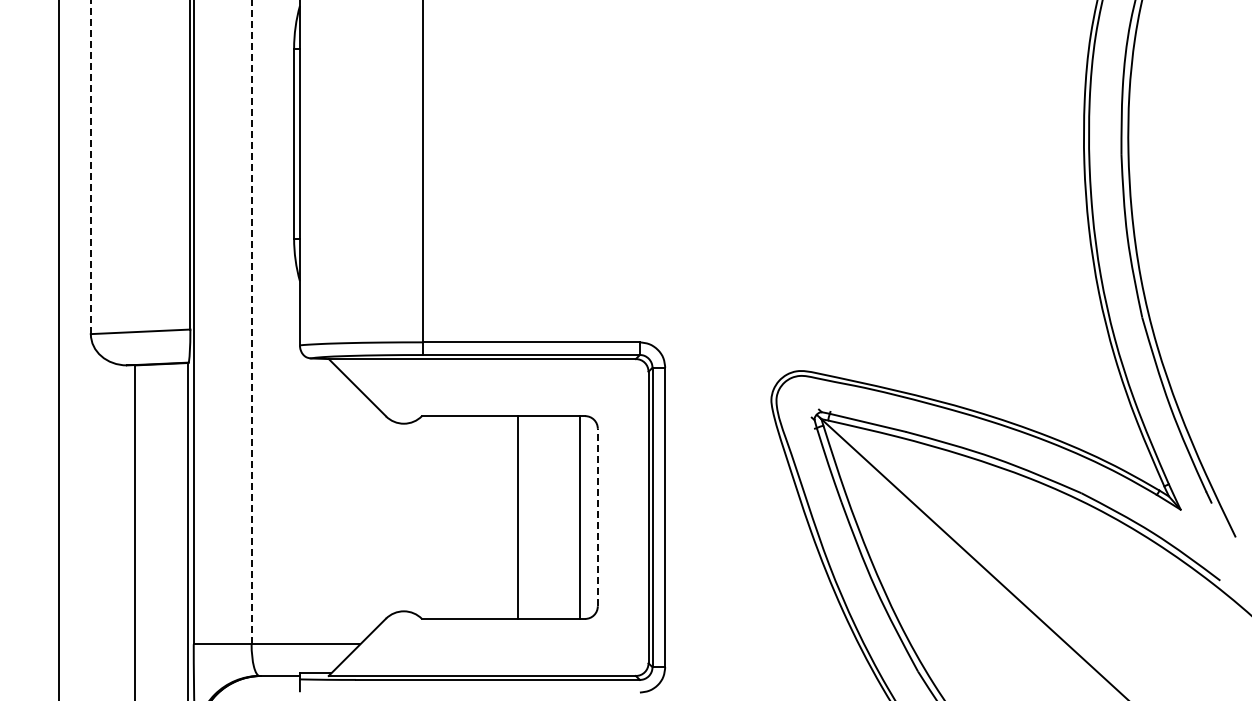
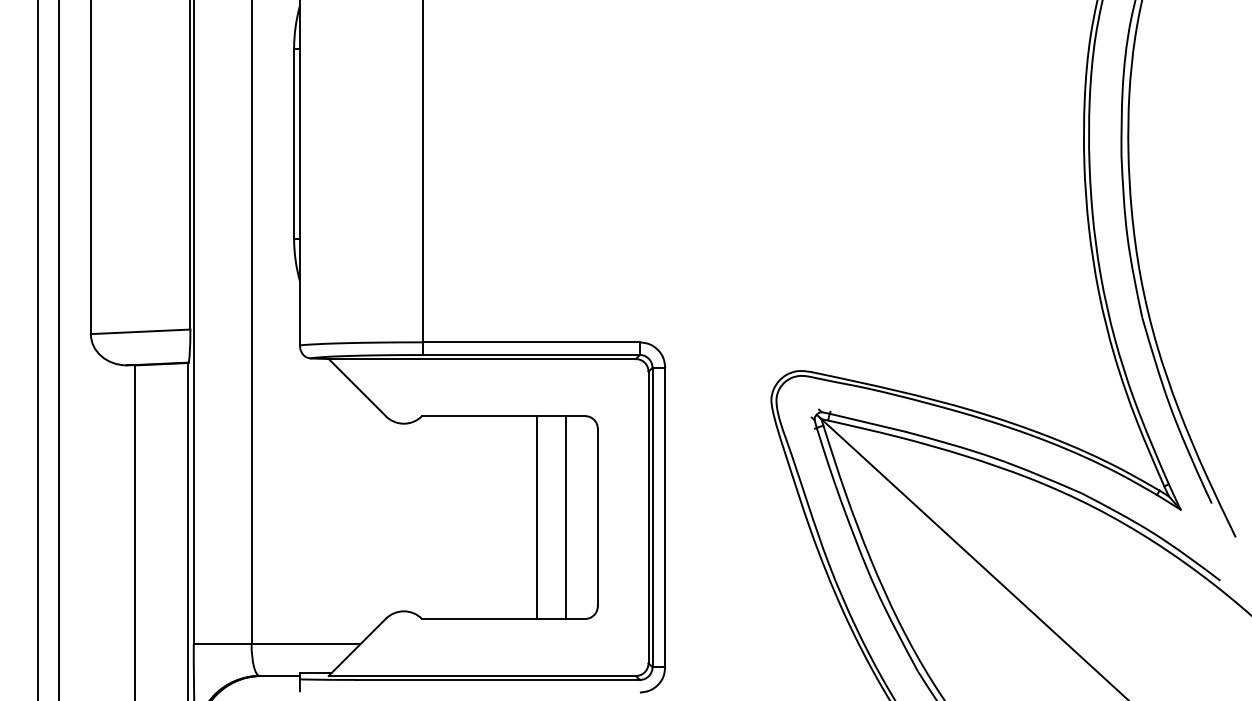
line at (90, 167): dashed -> solid
line at (251, 322): dashed -> solid
line at (37, 350): none -> present
line at (518, 517) position: (518, 517) -> (537, 517)
line at (580, 517) position: (580, 517) -> (566, 517)
line at (597, 517): dashed -> solid
